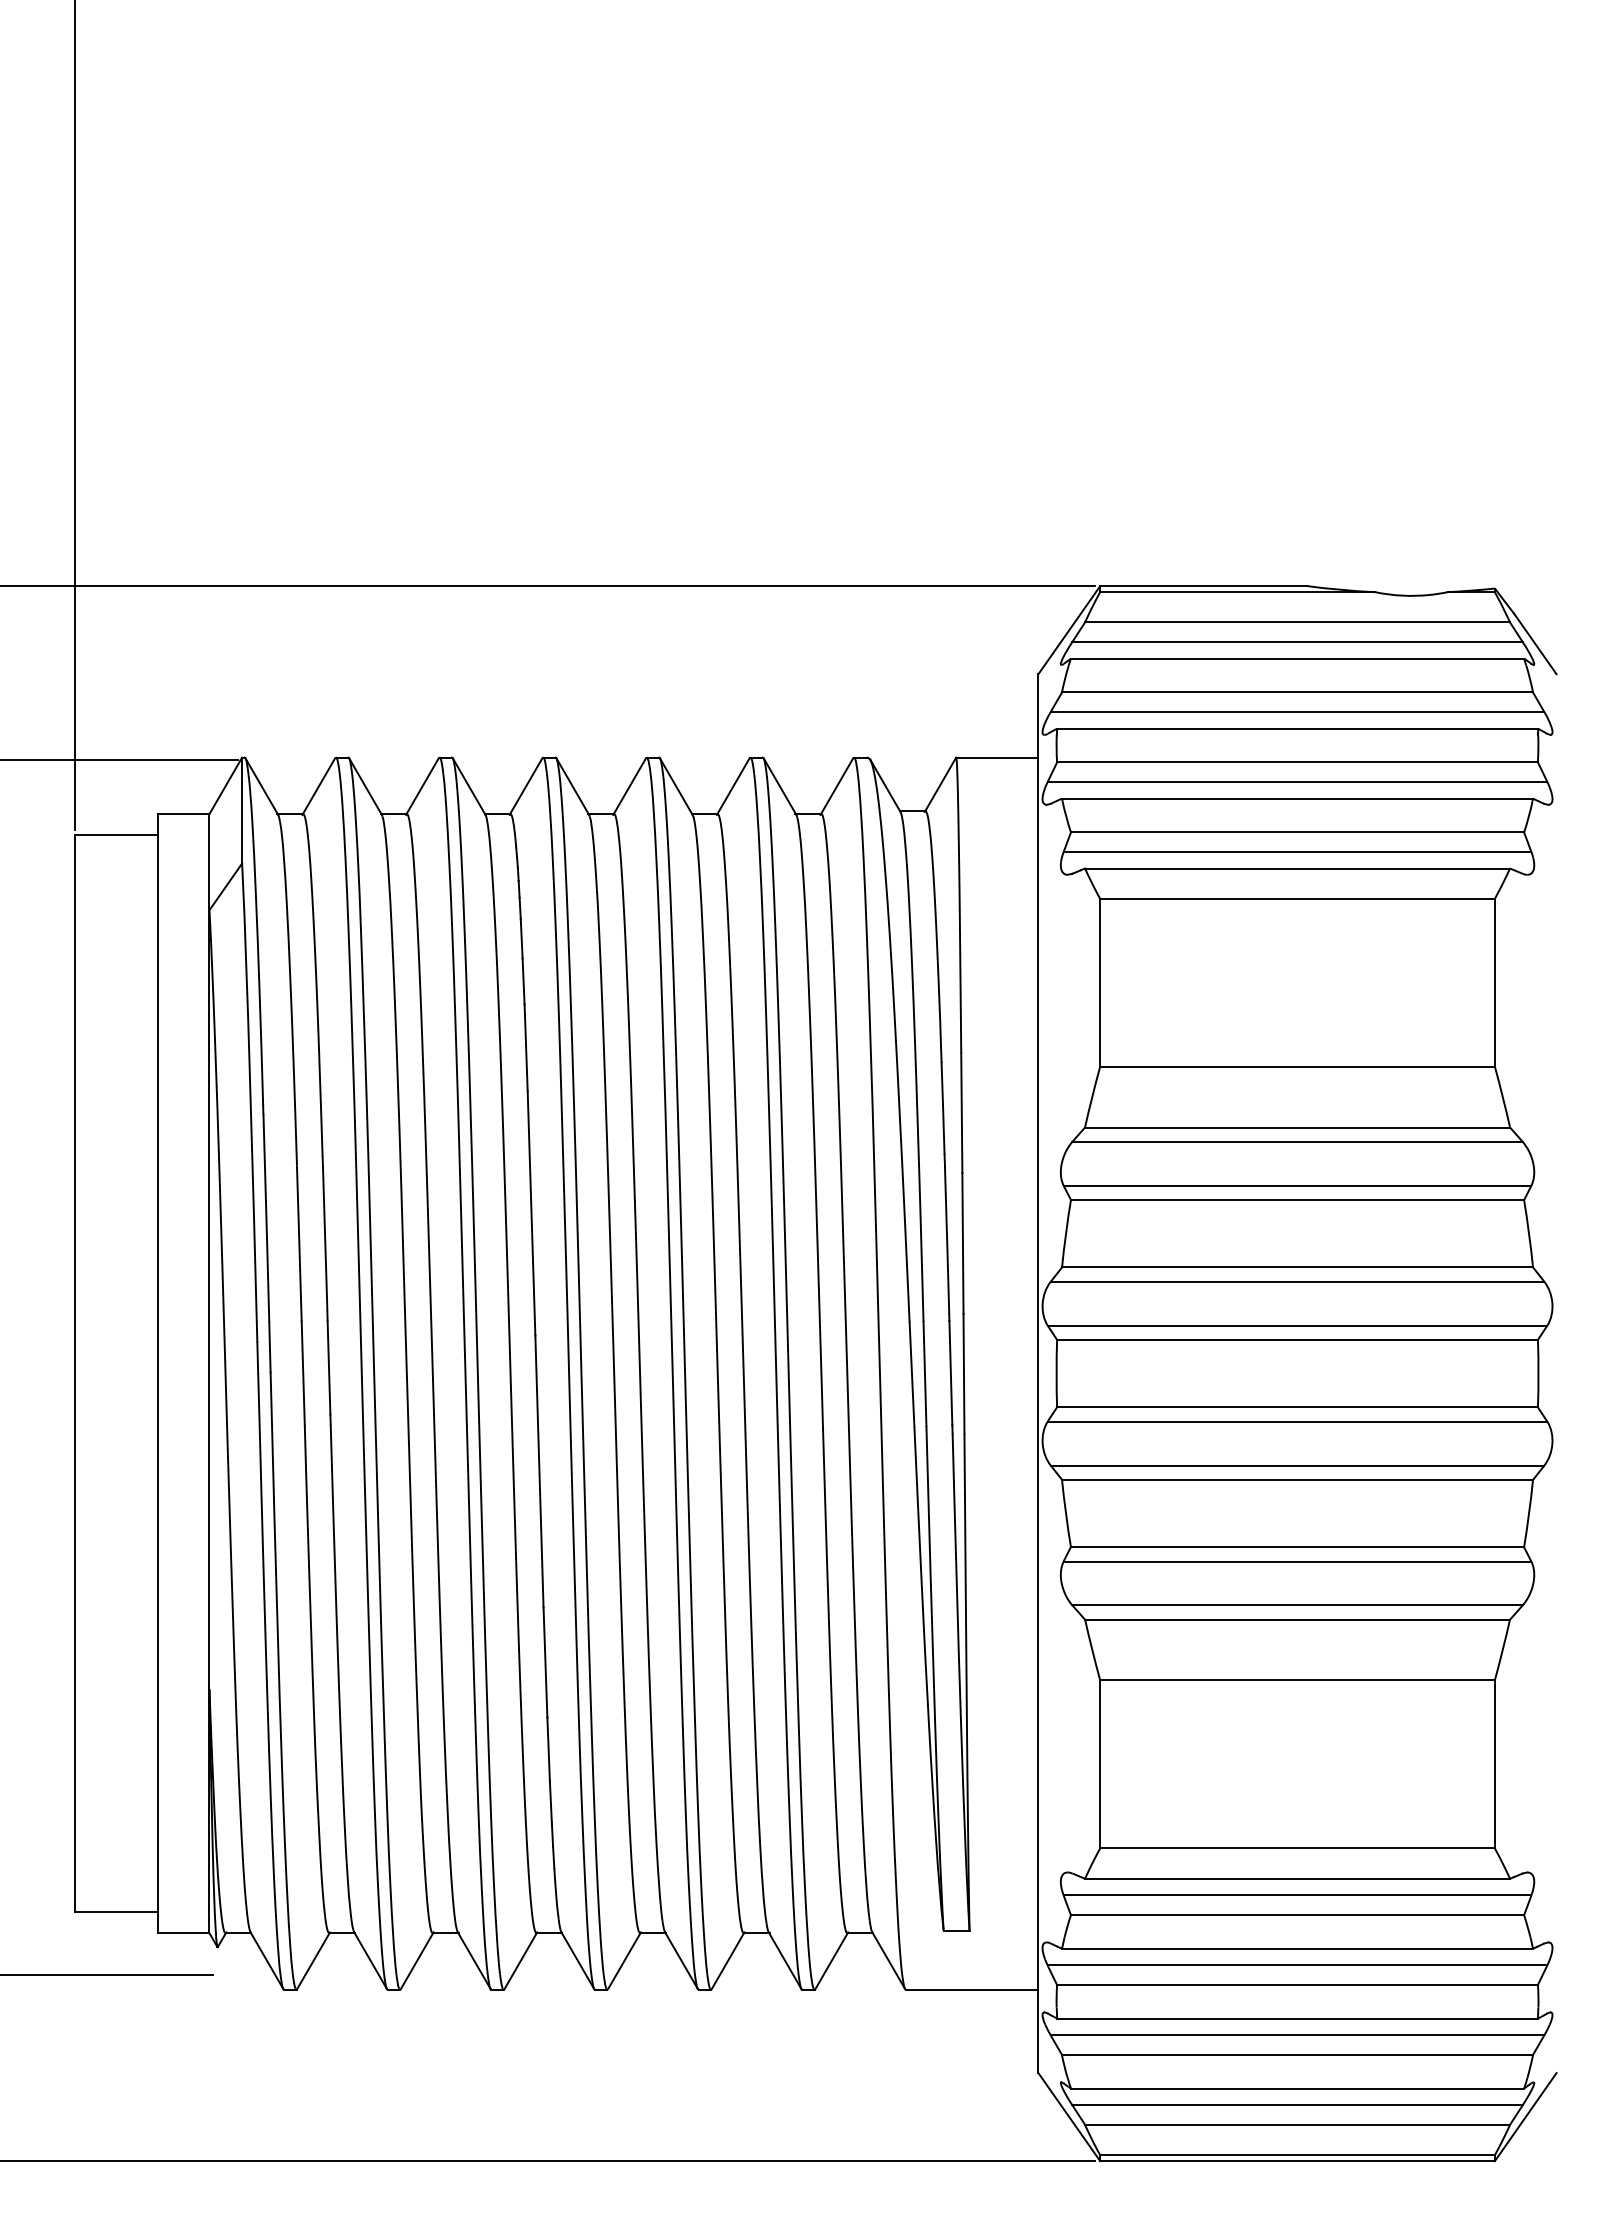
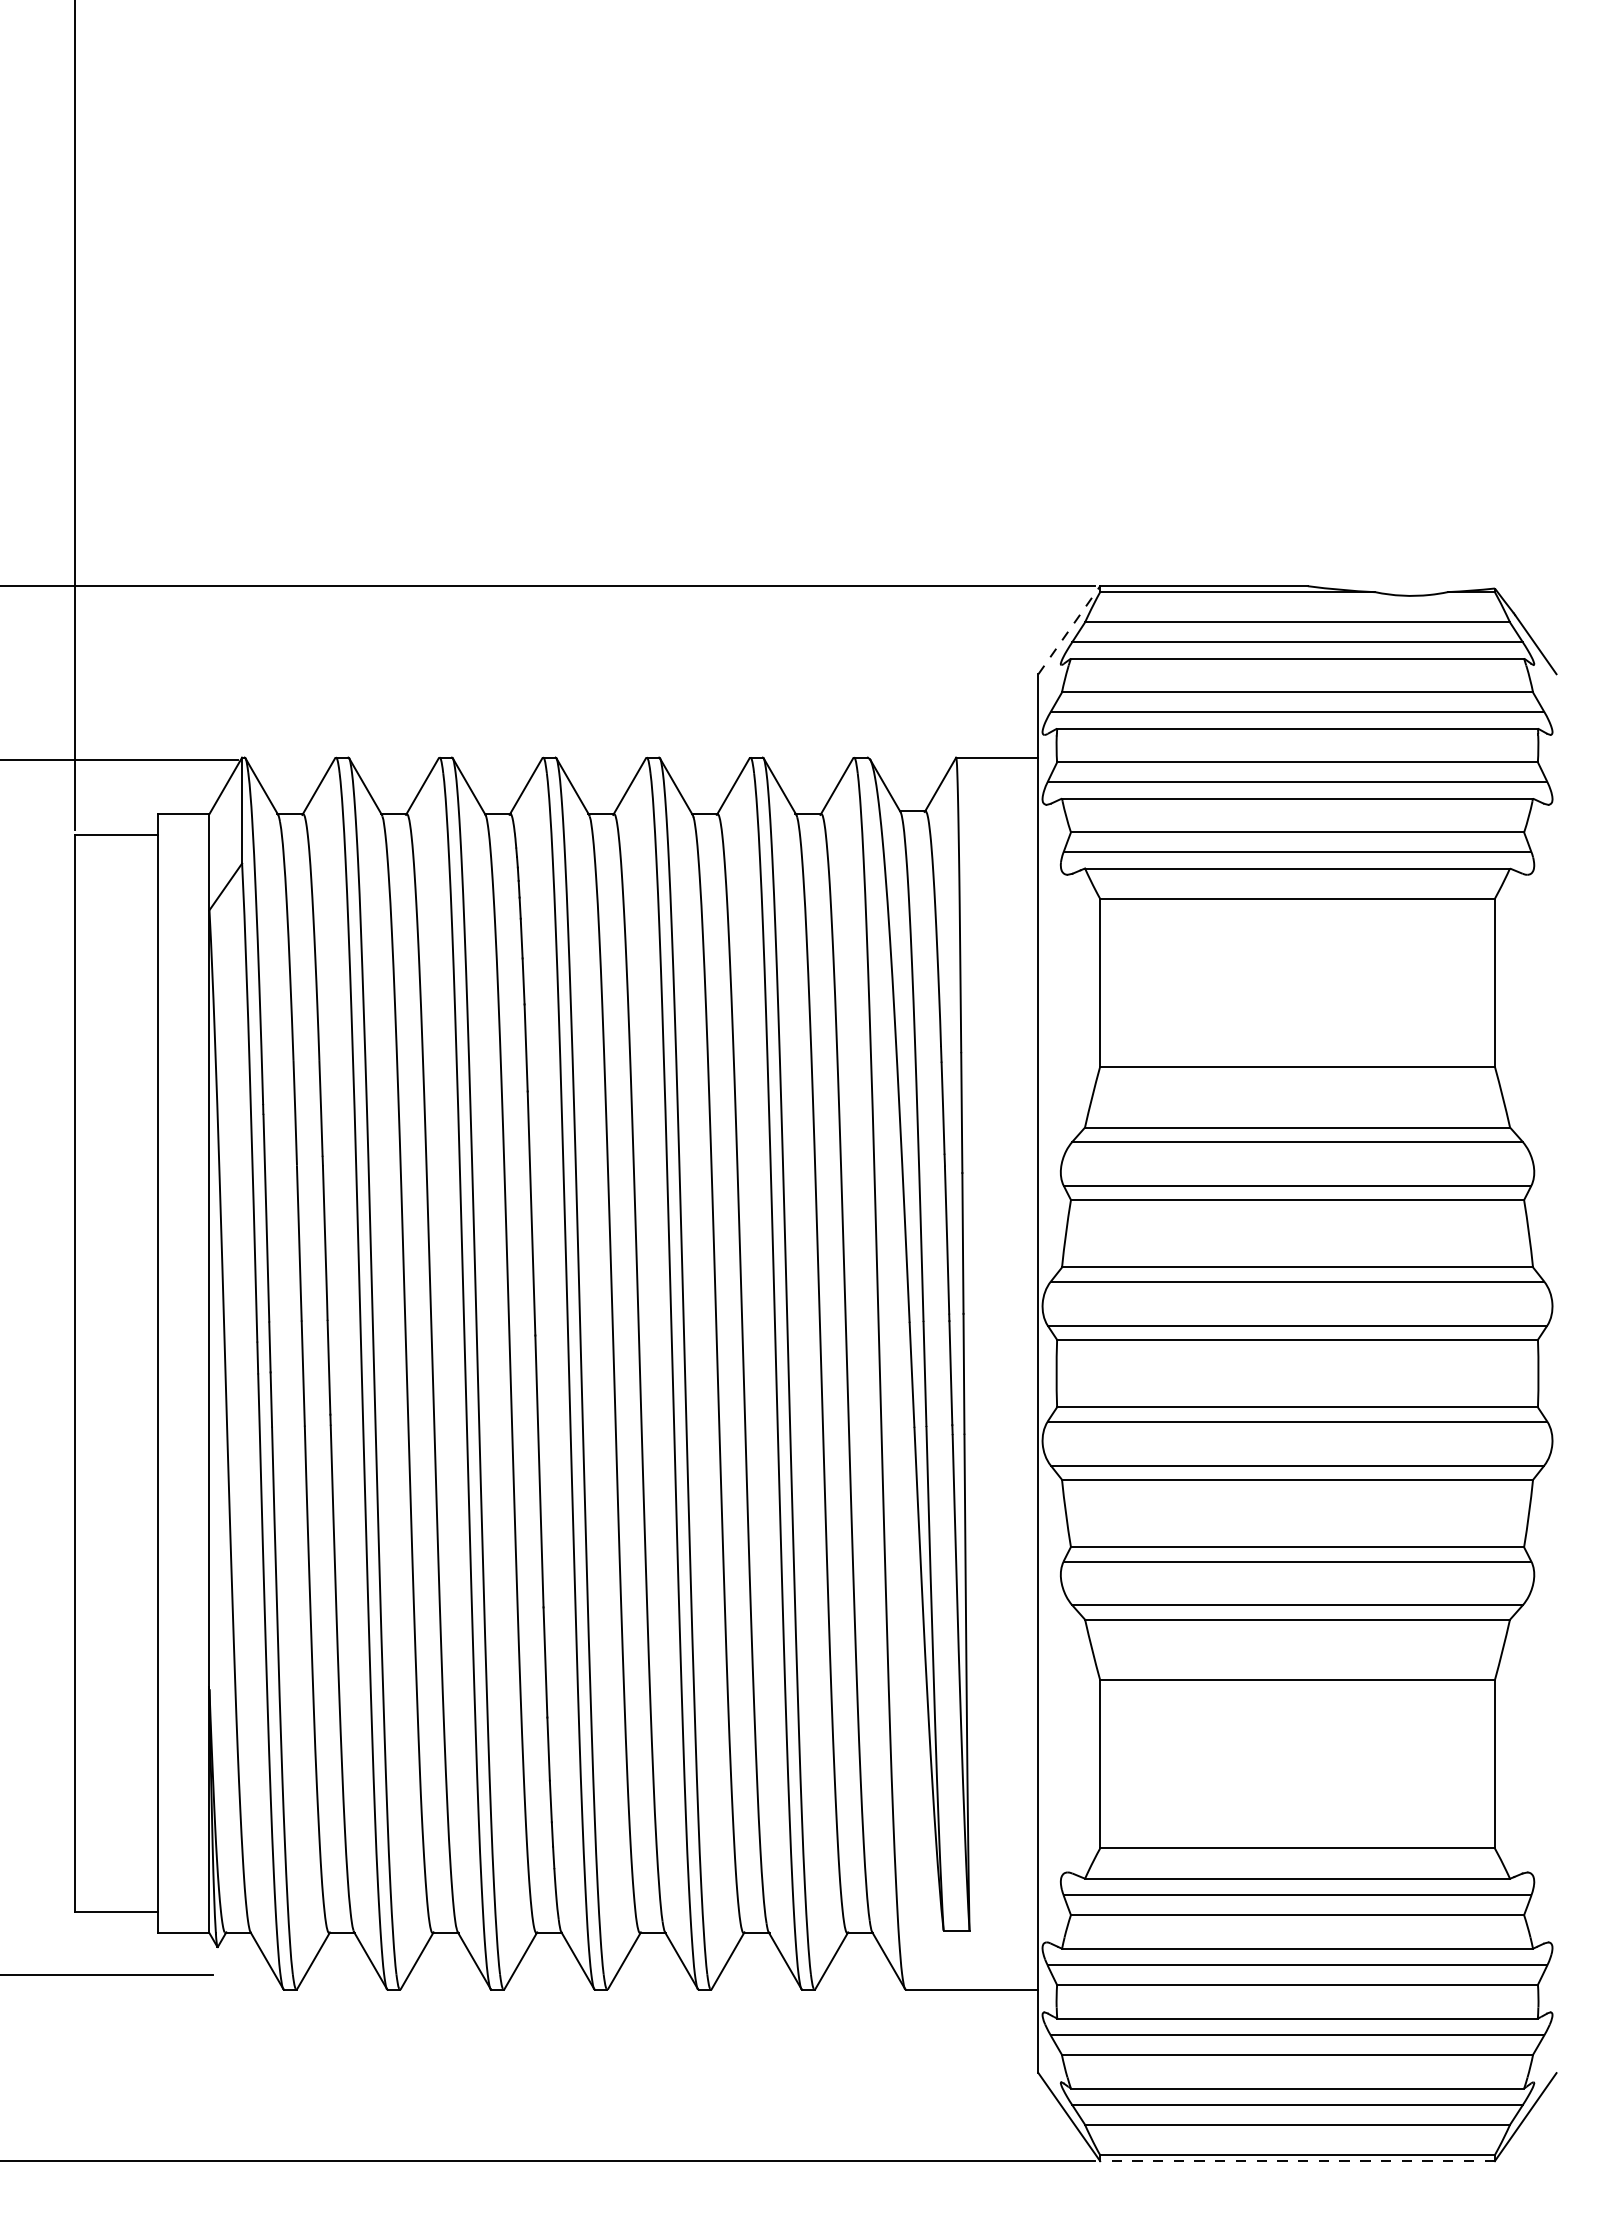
line at (1069, 630): solid -> dashed
line at (1297, 2161): solid -> dashed
